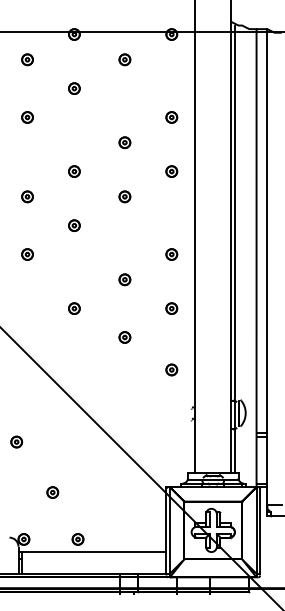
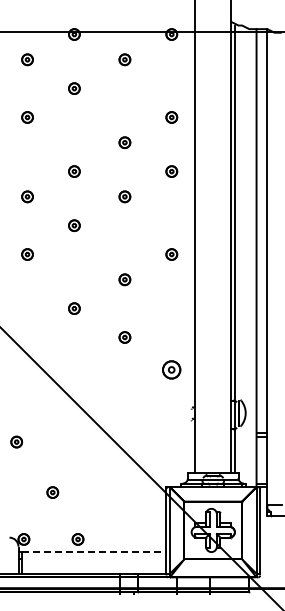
part at (171, 308): present -> none
part at (171, 369) size: 14x14 px -> 20x20 px
line at (94, 552): solid -> dashed
